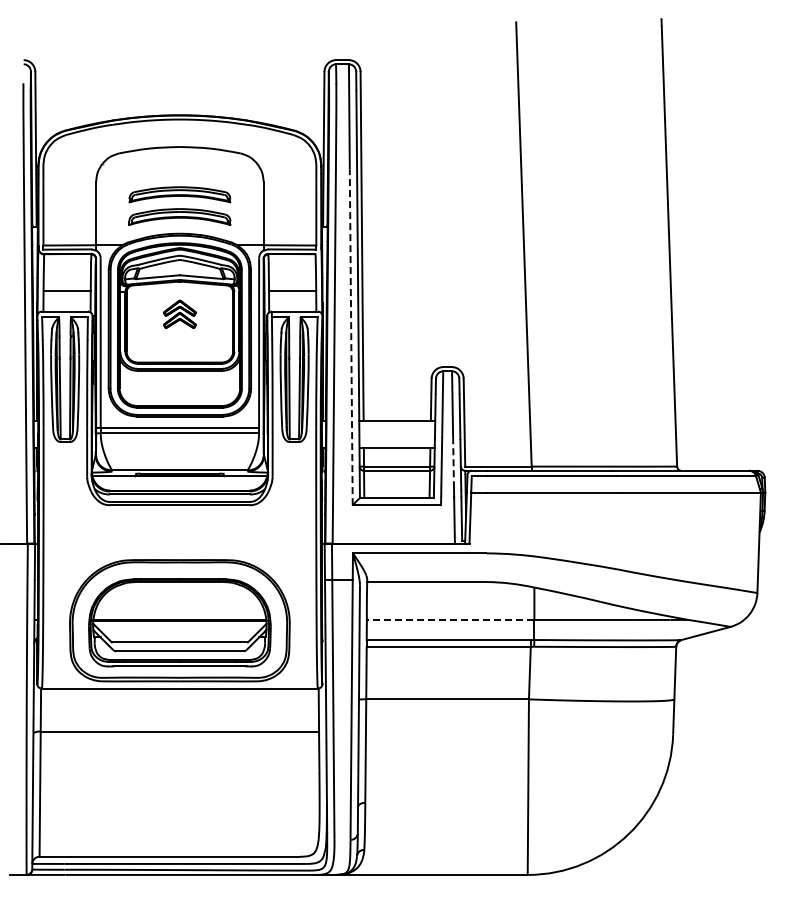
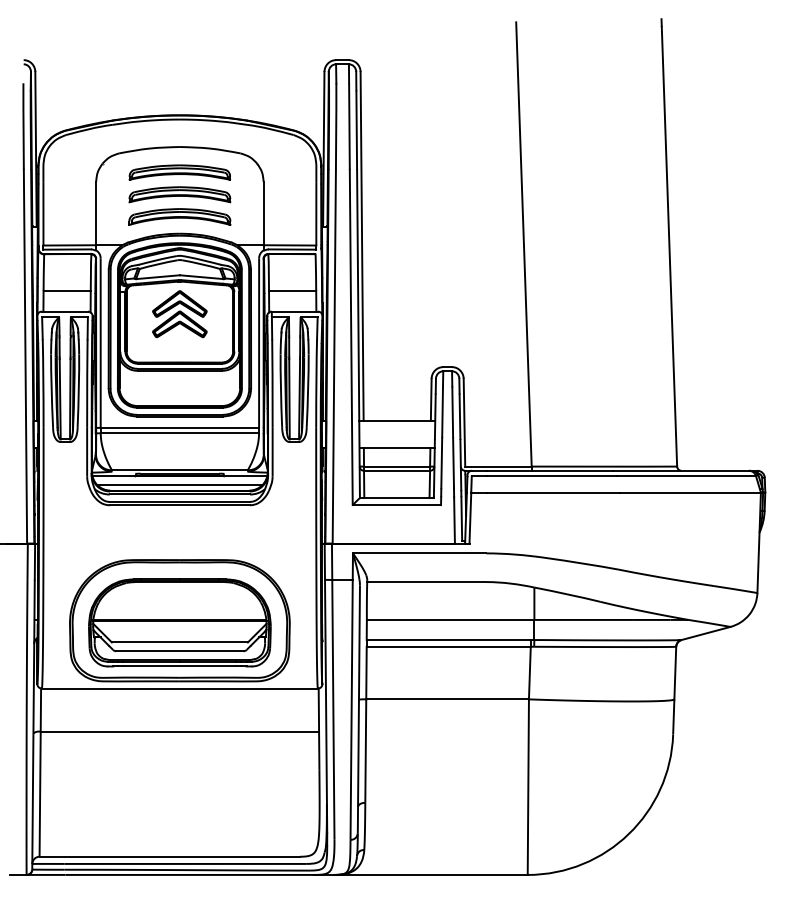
part at (179, 172): none -> present
part at (179, 313) size: 34x30 px -> 56x49 px
line at (351, 337): dashed -> solid
line at (453, 462): dashed -> solid
line at (179, 484): none -> present
line at (450, 619): dashed -> solid
